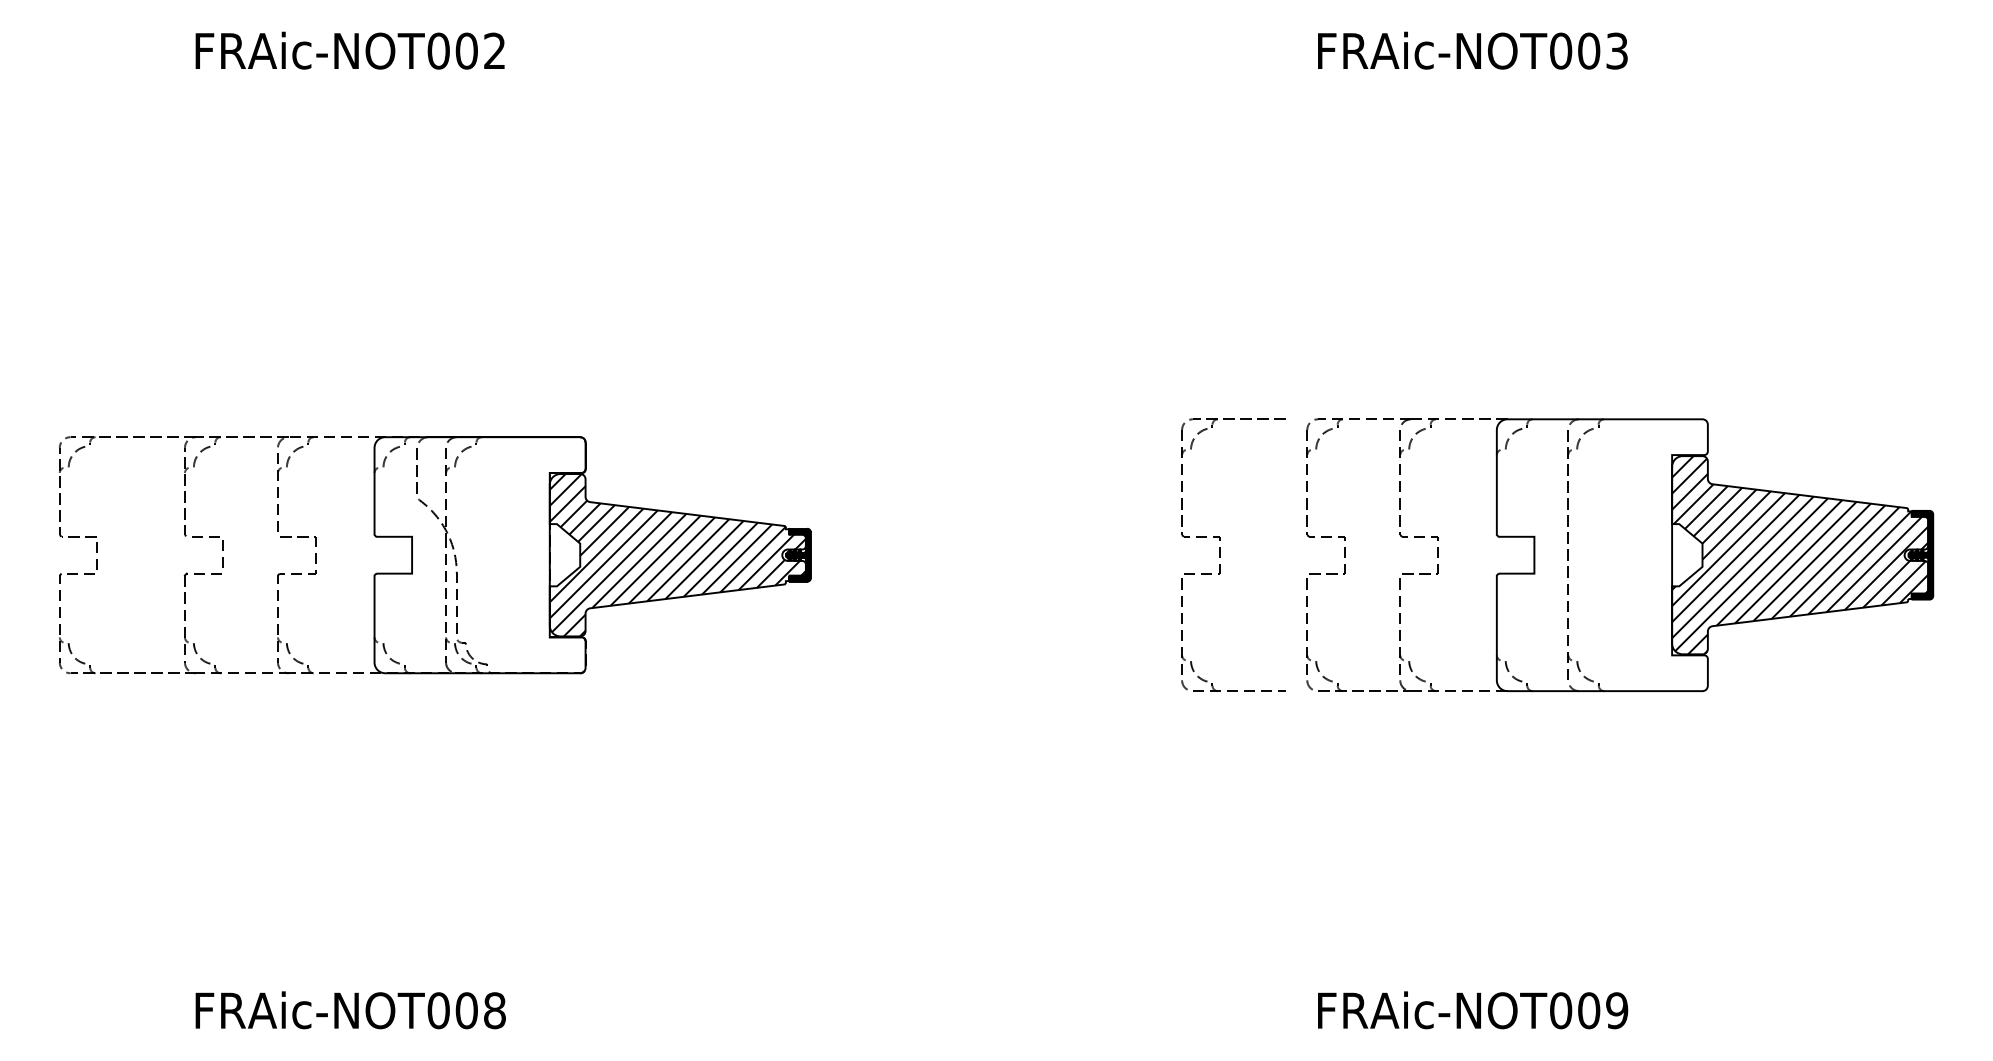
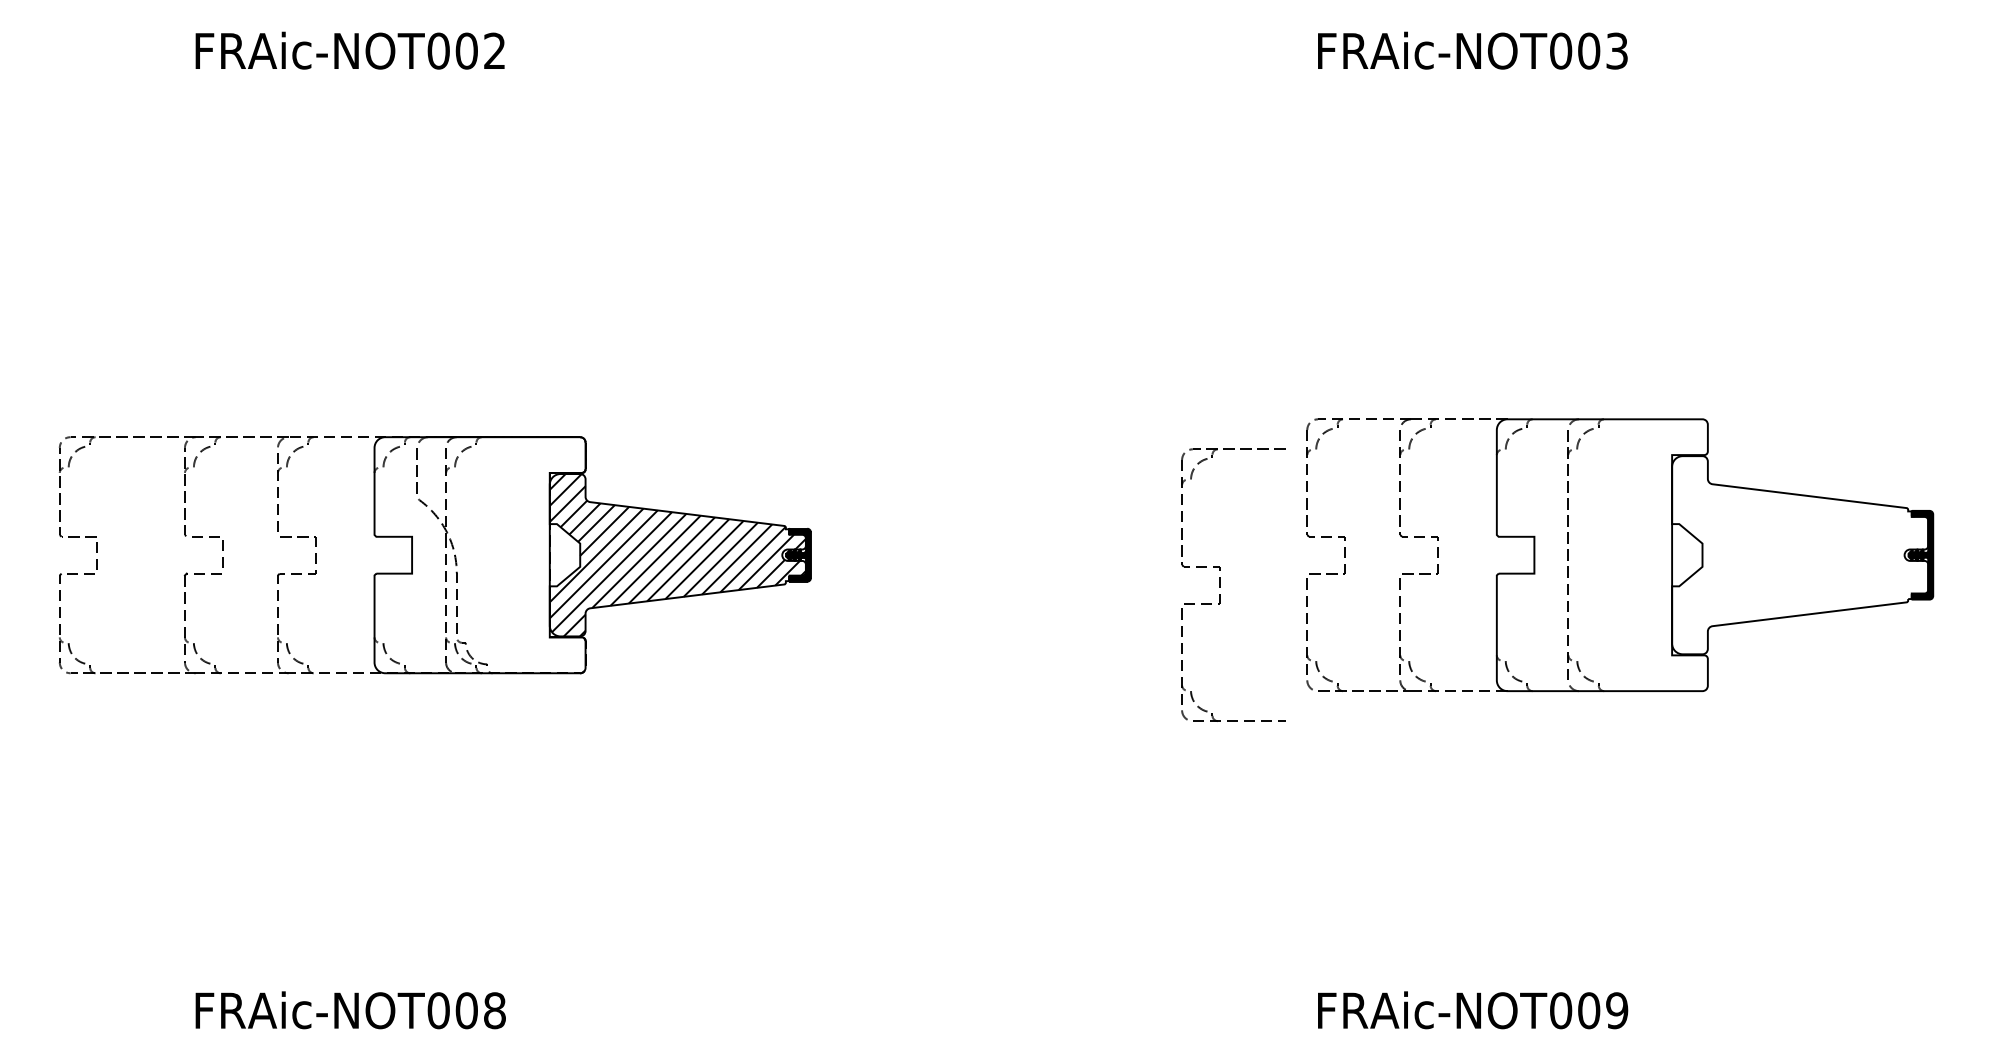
part at (1220, 554) position: (1220, 554) -> (1220, 584)
hatch at (1800, 555): present -> none
